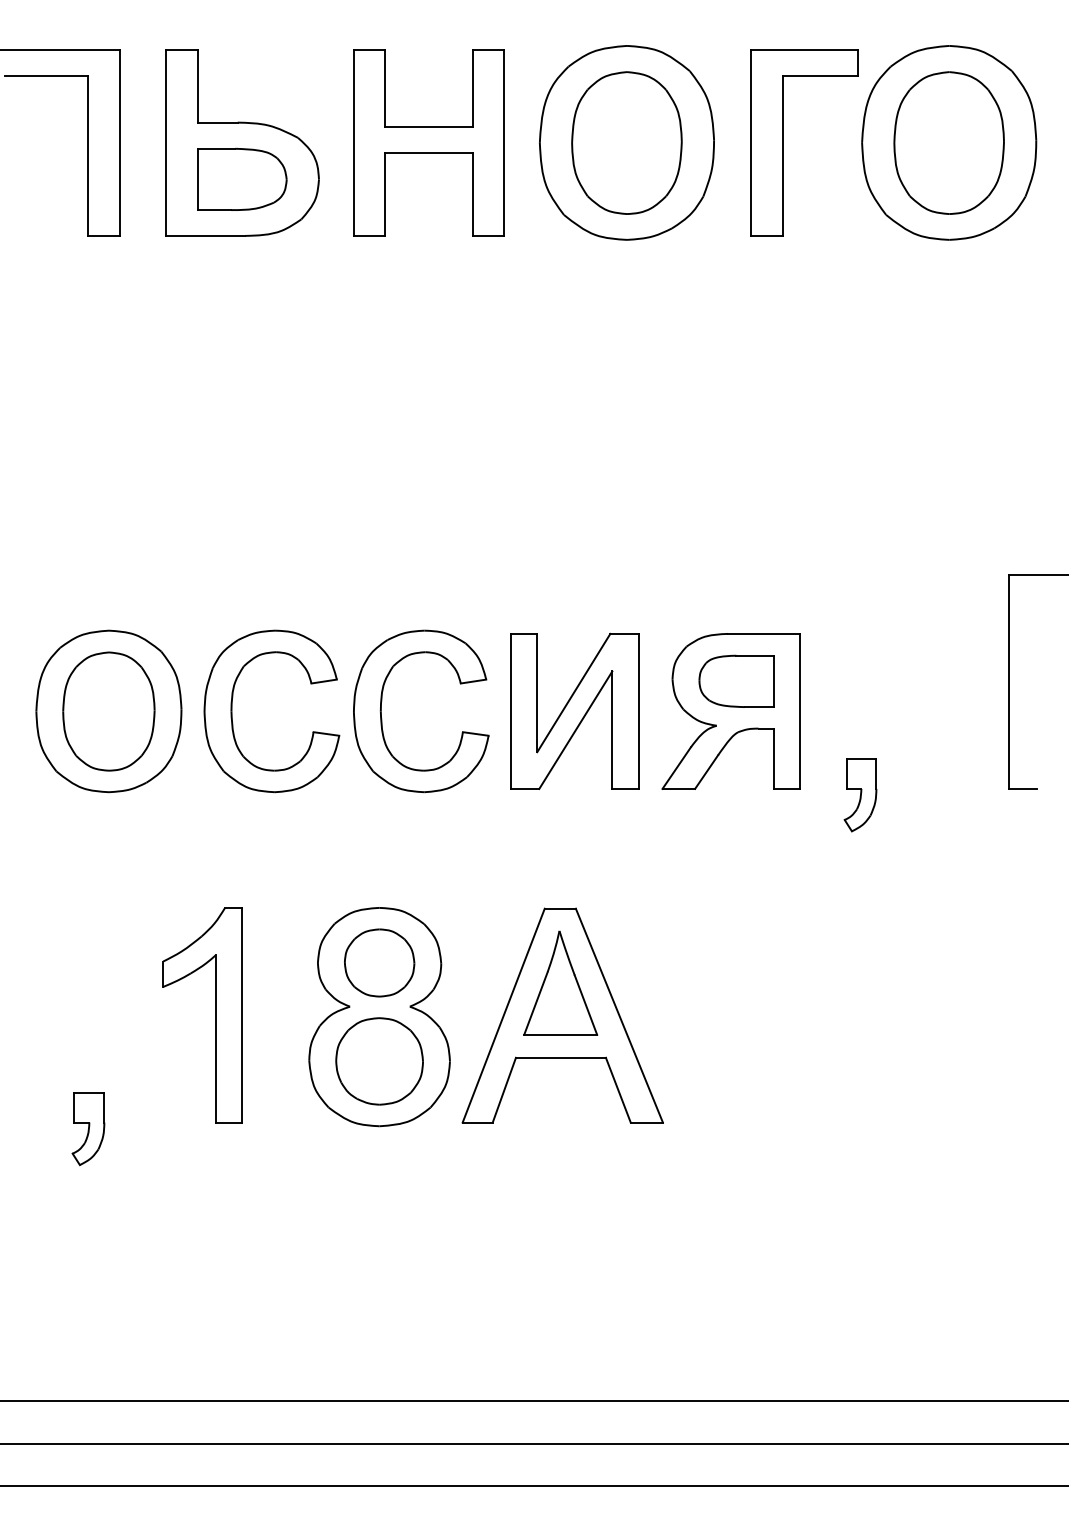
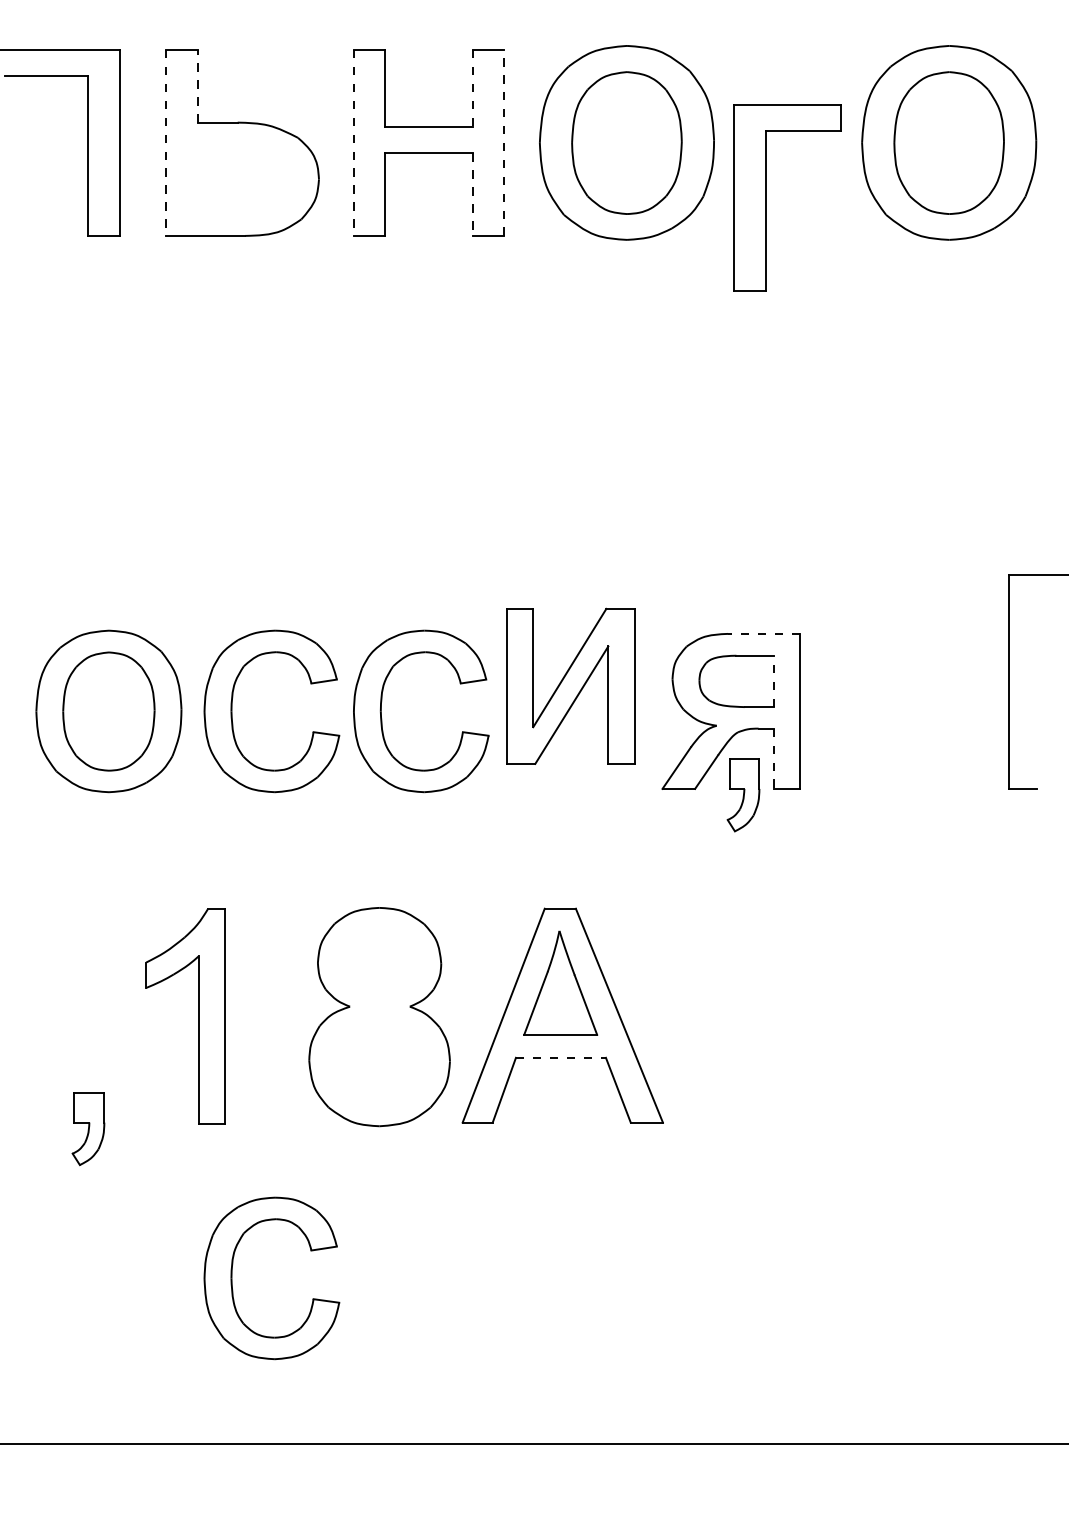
line at (197, 85): solid -> dashed
line at (472, 88): solid -> dashed
line at (504, 142): solid -> dashed
part at (783, 142) position: (783, 142) -> (766, 197)
line at (166, 143): solid -> dashed
line at (353, 143): solid -> dashed
part at (242, 178): present -> none
line at (472, 195): solid -> dashed
line at (763, 633): solid -> dashed
line at (773, 681): solid -> dashed
part at (574, 710) position: (574, 710) -> (570, 685)
line at (773, 759): solid -> dashed
part at (860, 795) position: (860, 795) -> (743, 795)
part at (379, 962): present -> none
part at (215, 1015) position: (215, 1015) -> (198, 1016)
line at (561, 1057): solid -> dashed
part at (379, 1061): present -> none
part at (232, 1278): none -> present
line at (533, 1401): present -> none
line at (533, 1486): present -> none
